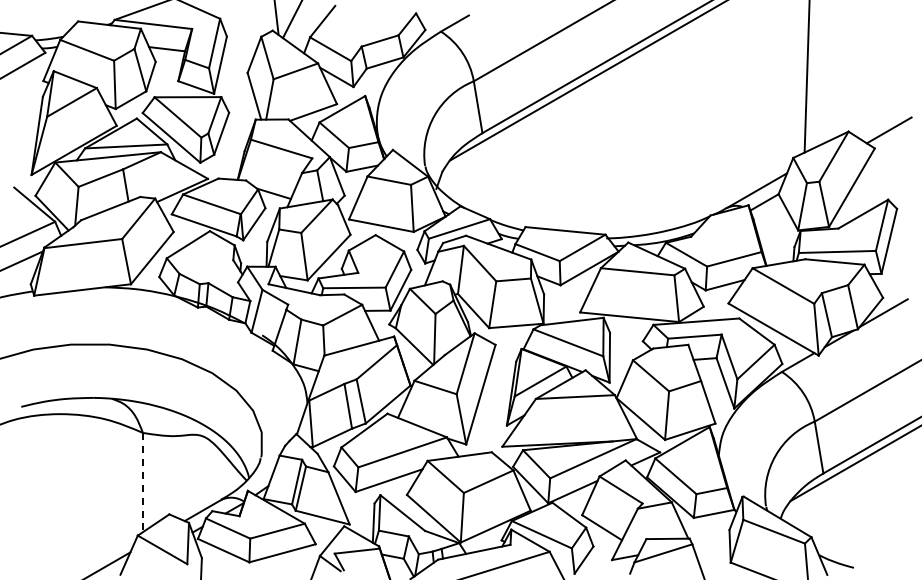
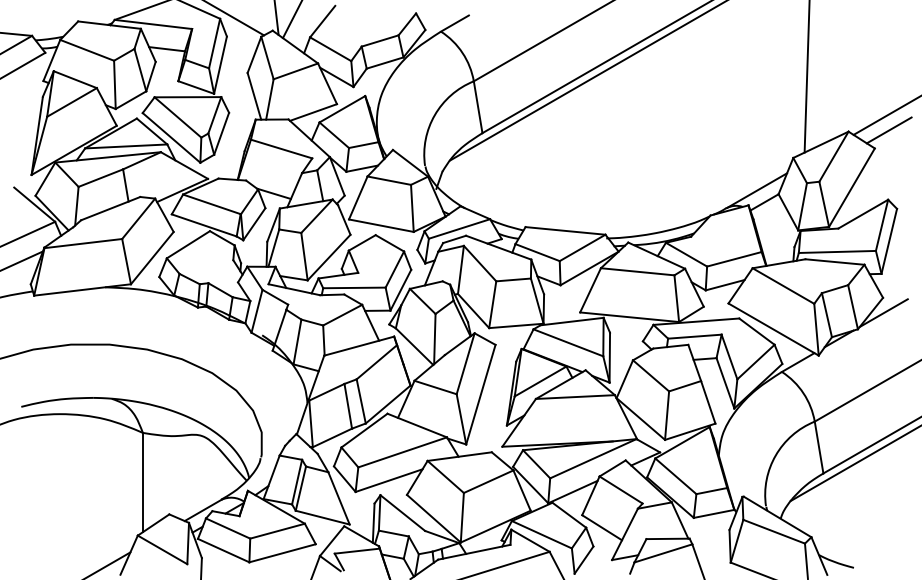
line at (235, 18): none -> present
line at (885, 115): none -> present
line at (142, 482): dashed -> solid
